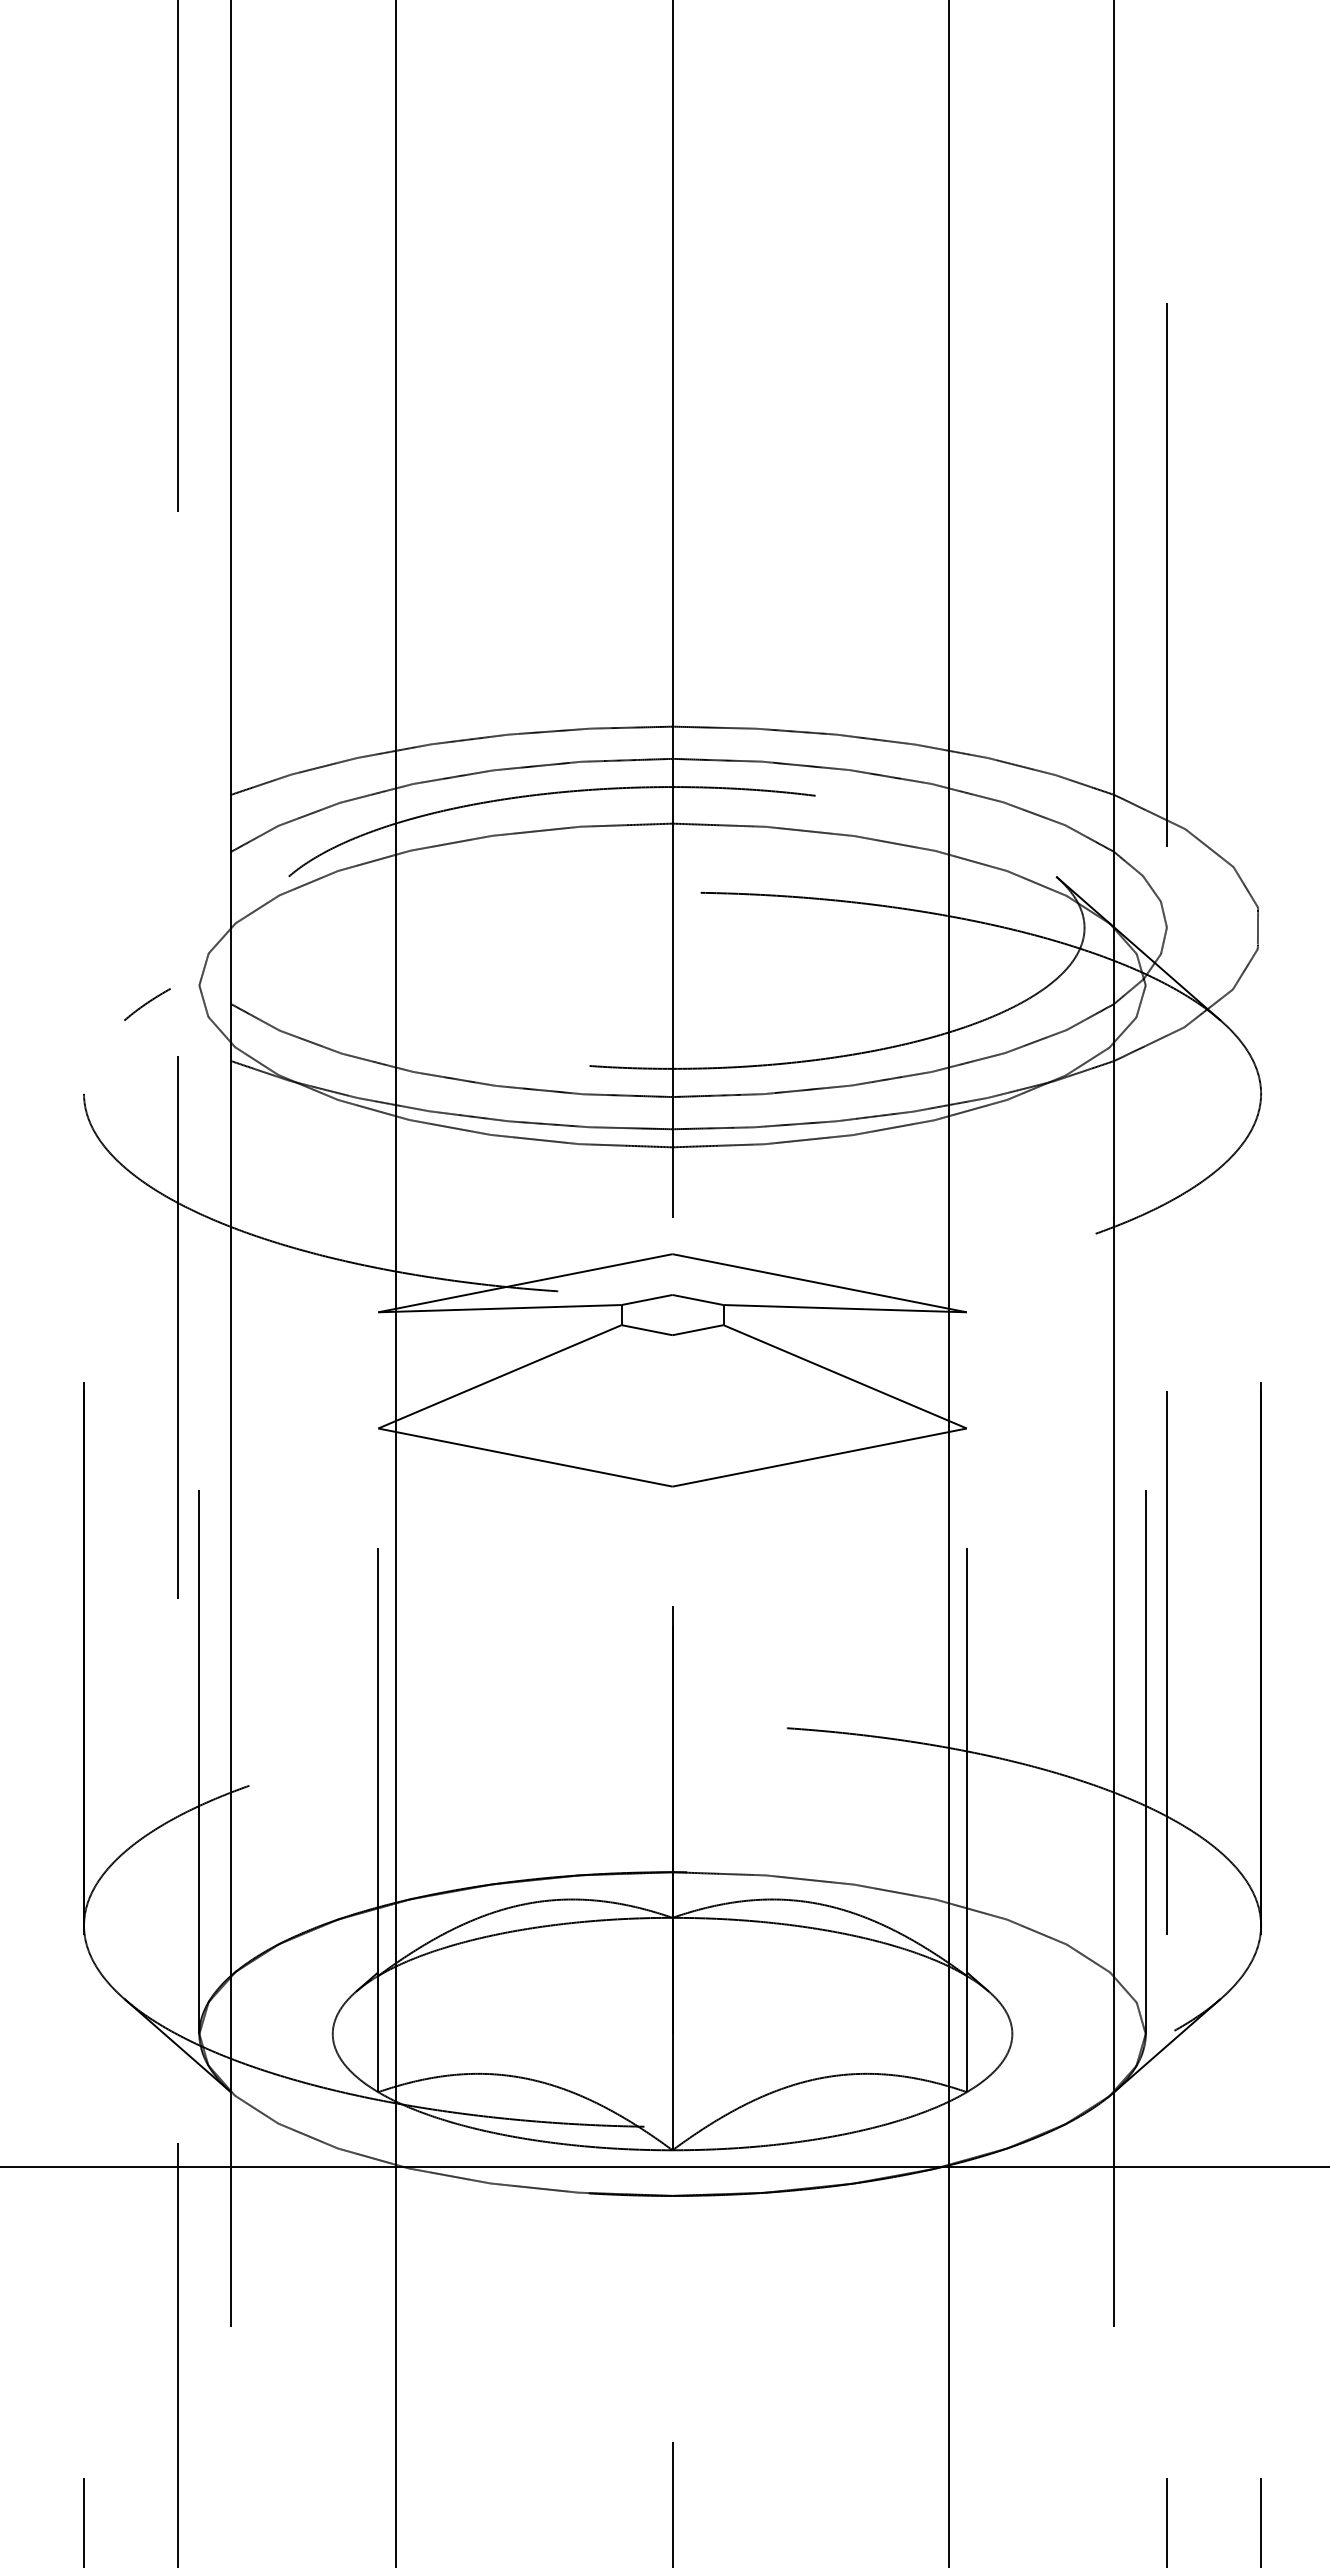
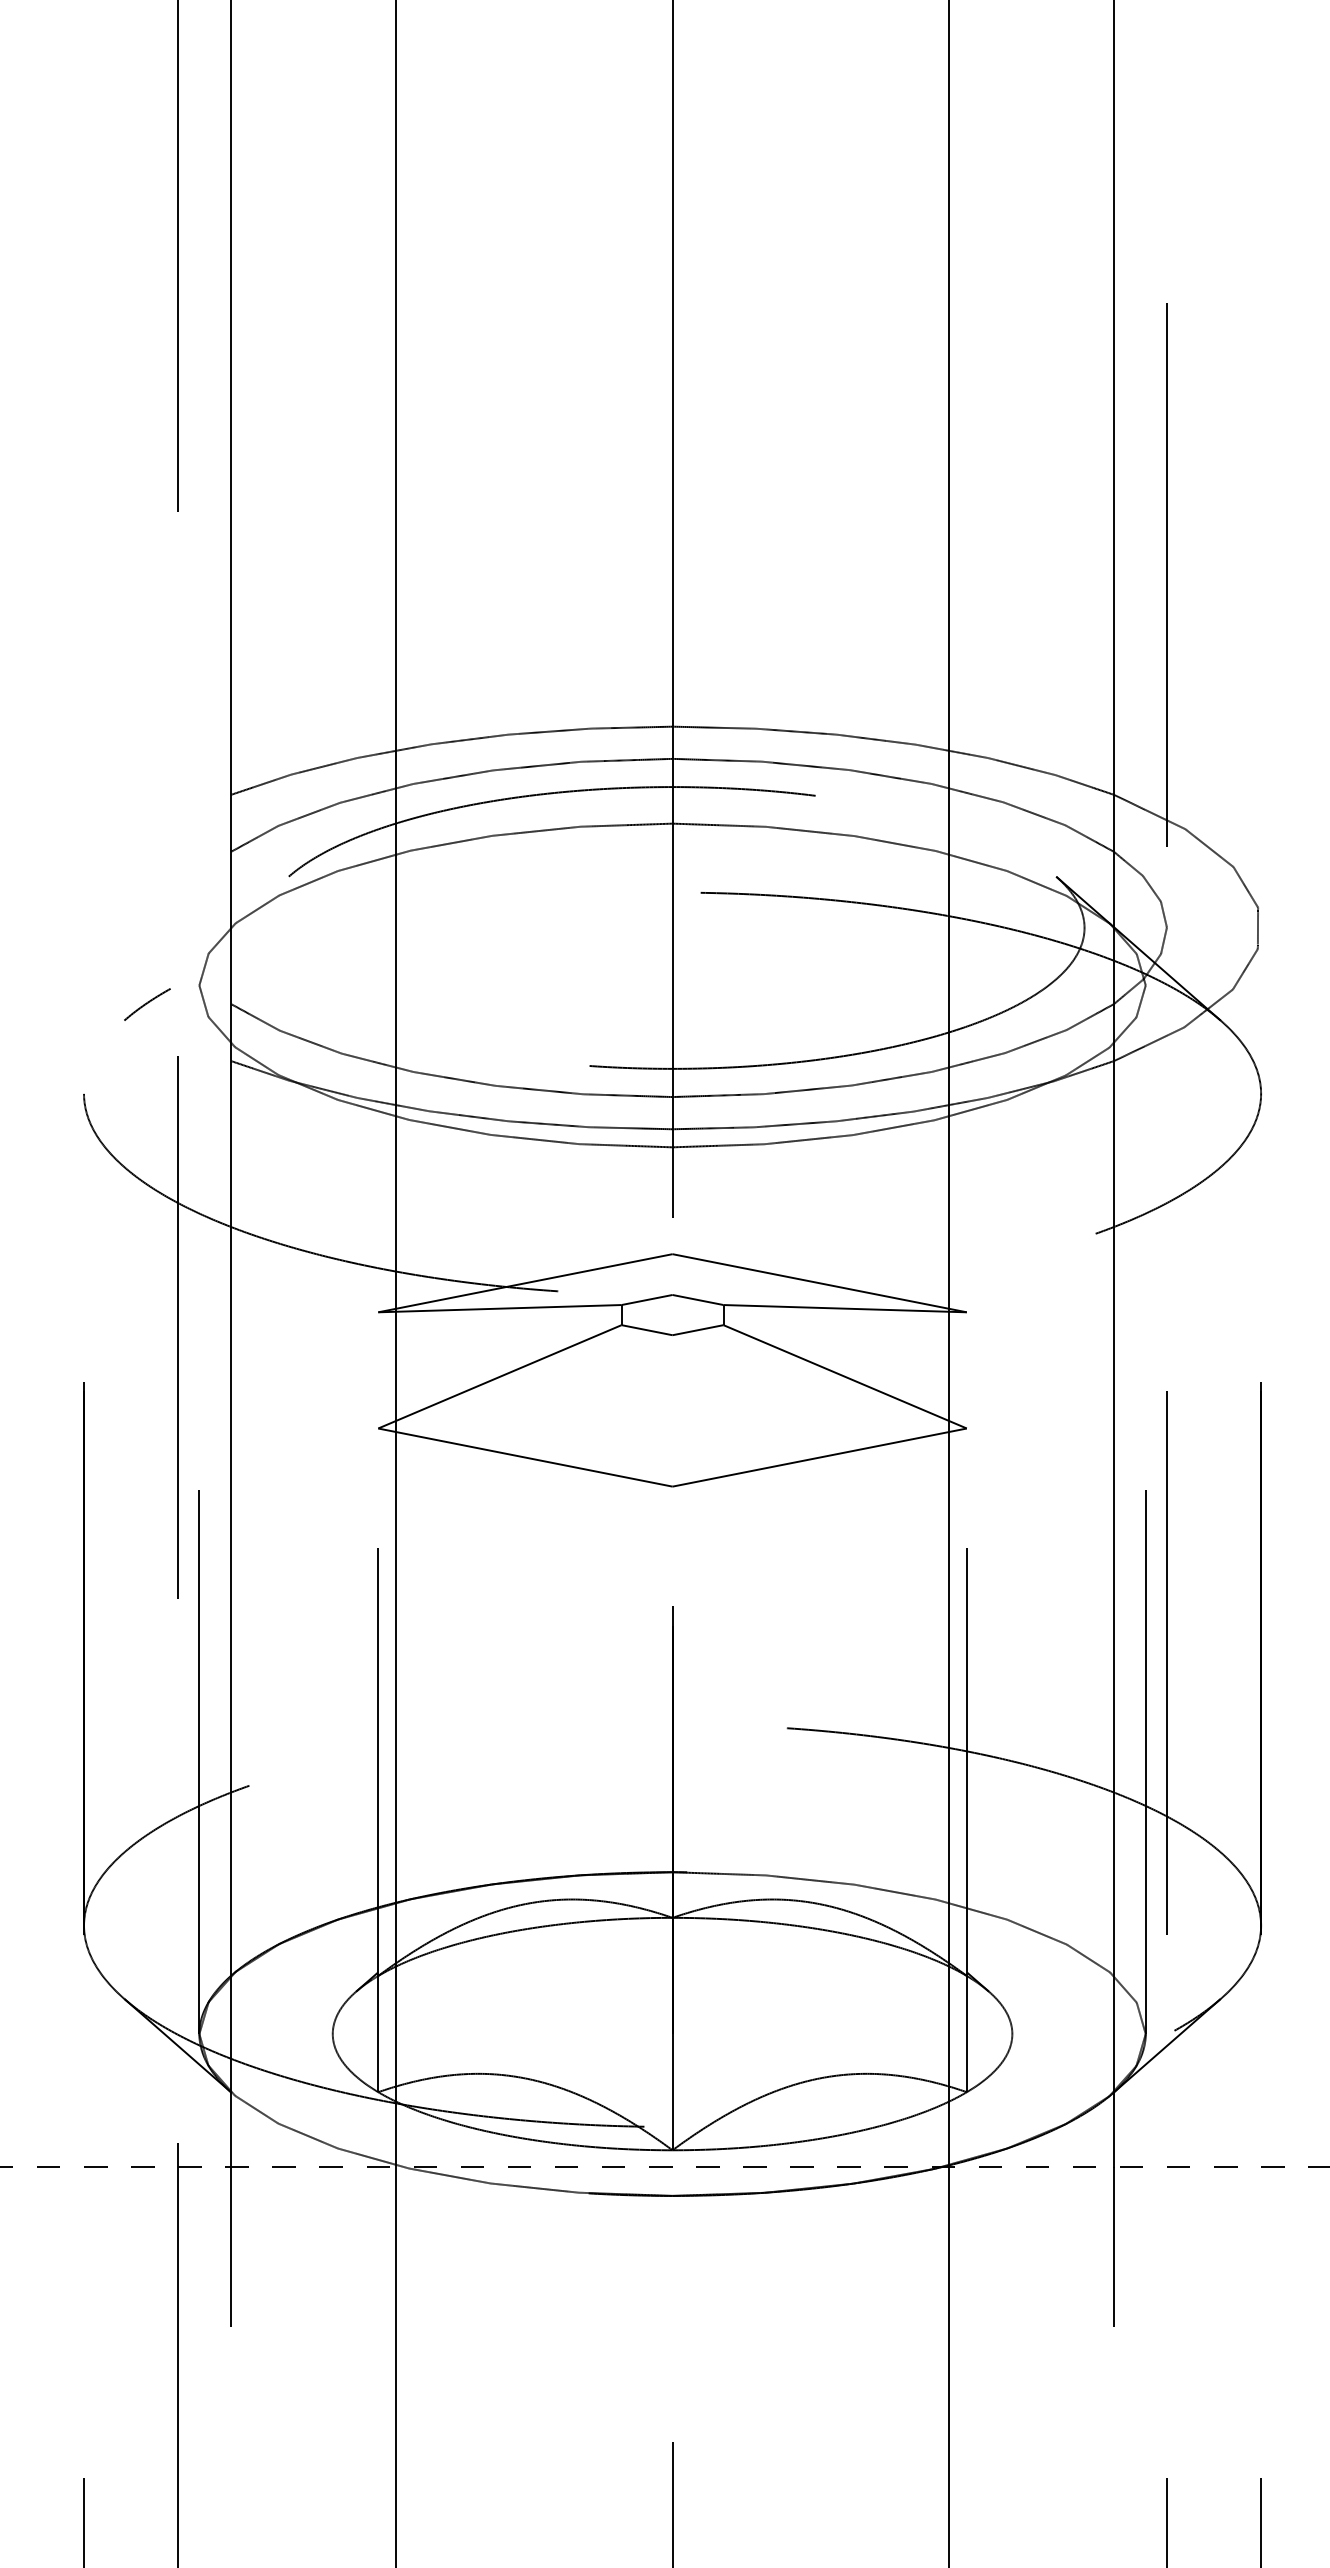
line at (665, 2166): solid -> dashed
